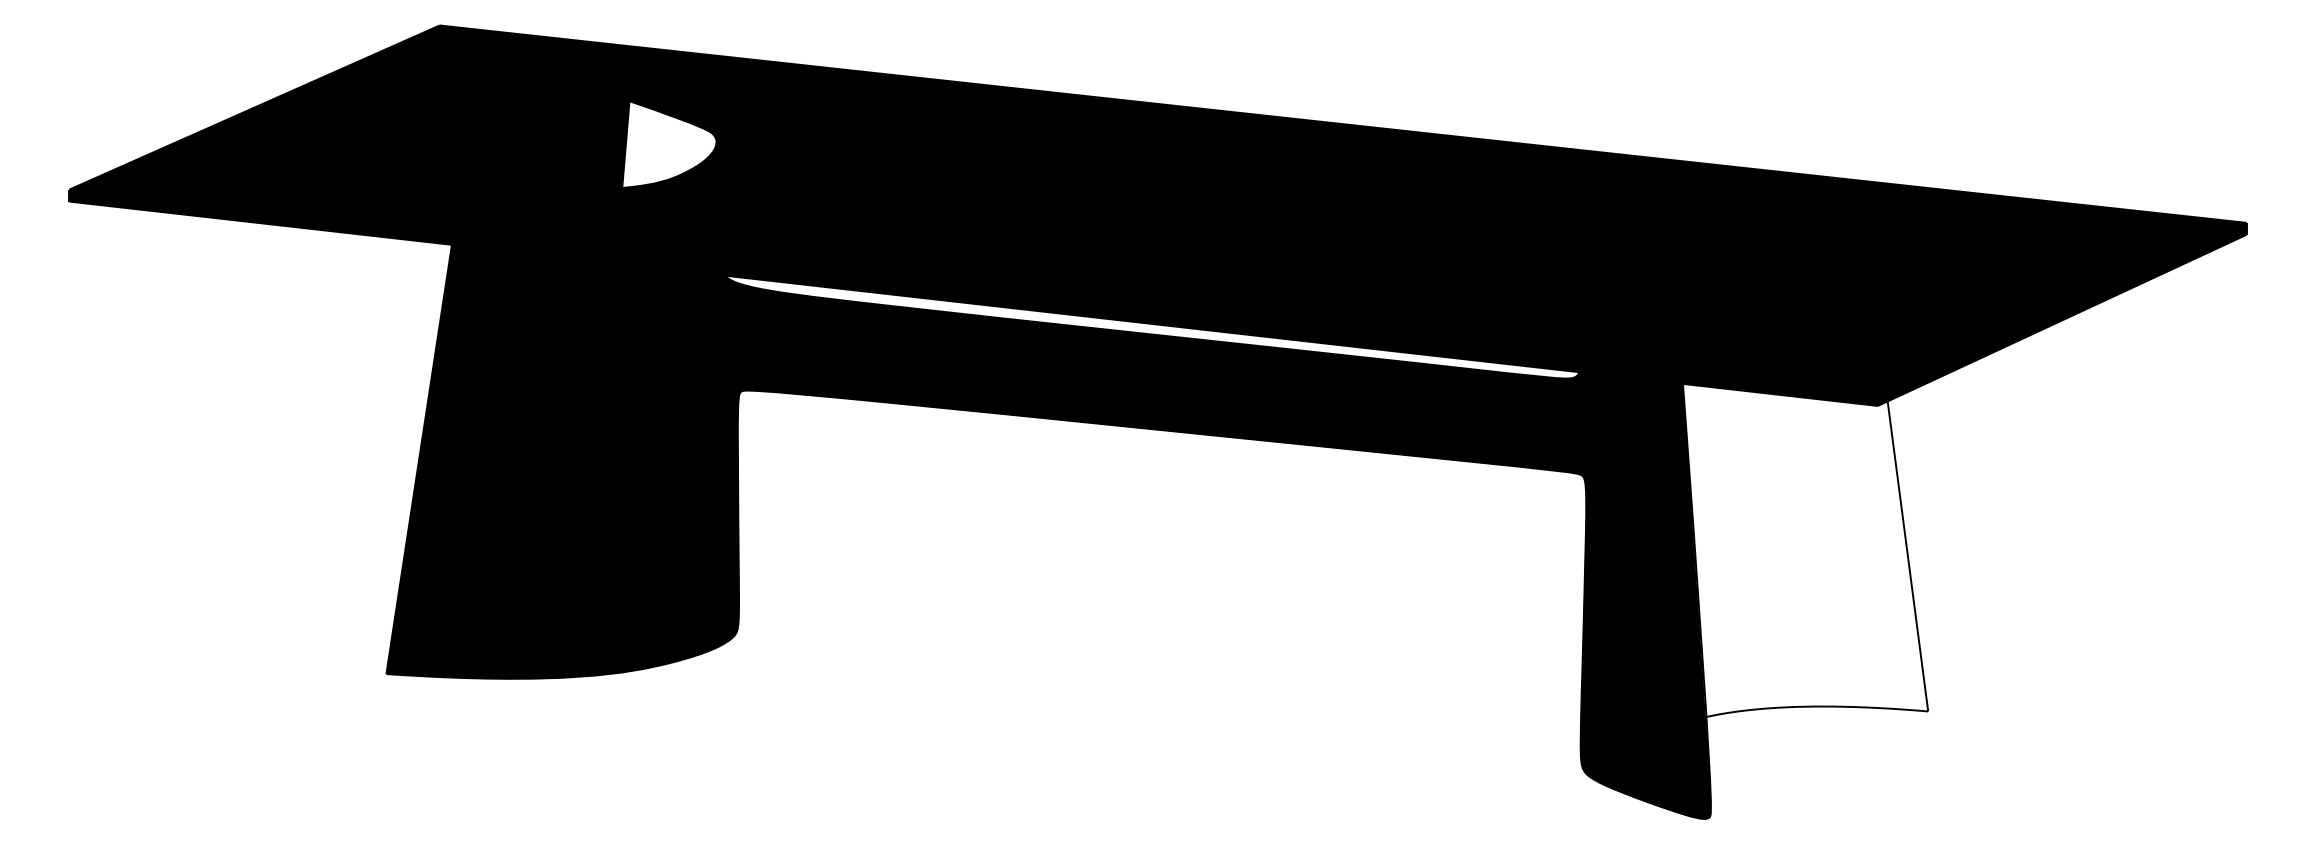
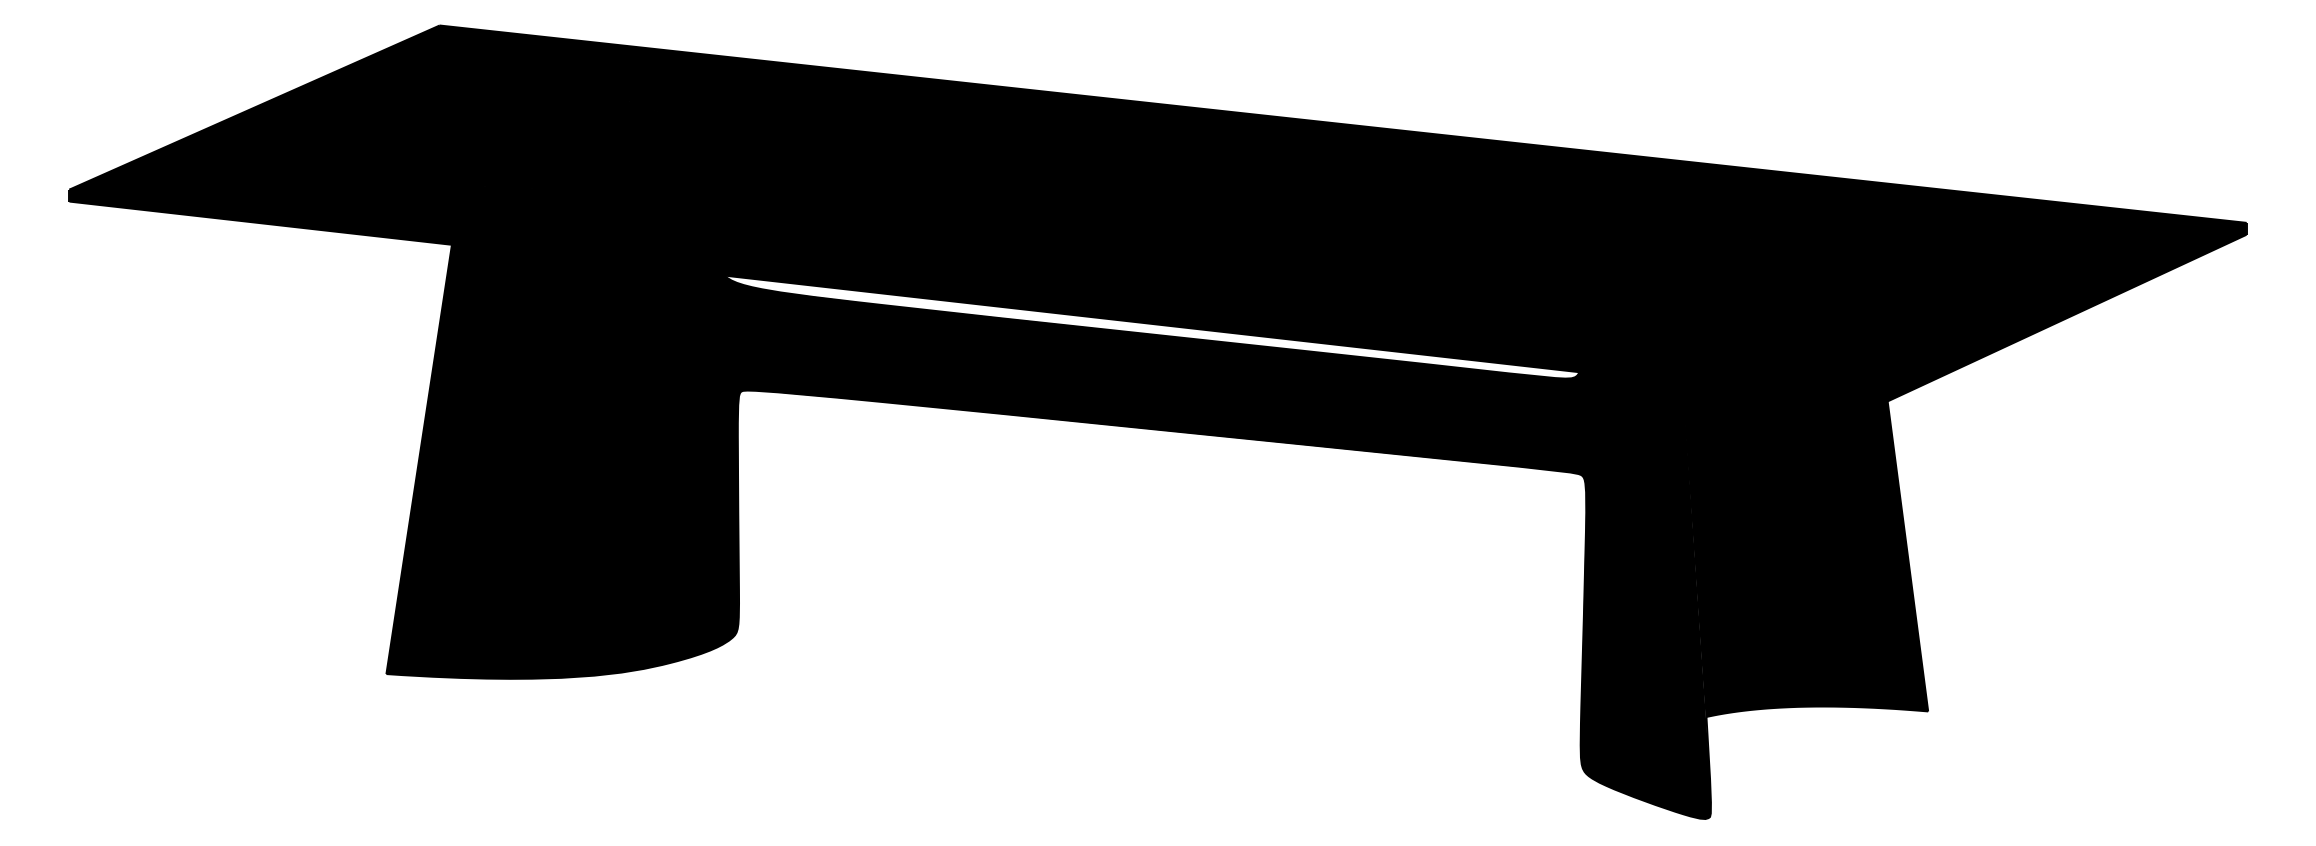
fill at (669, 144): none -> present
fill at (1805, 550): none -> present
